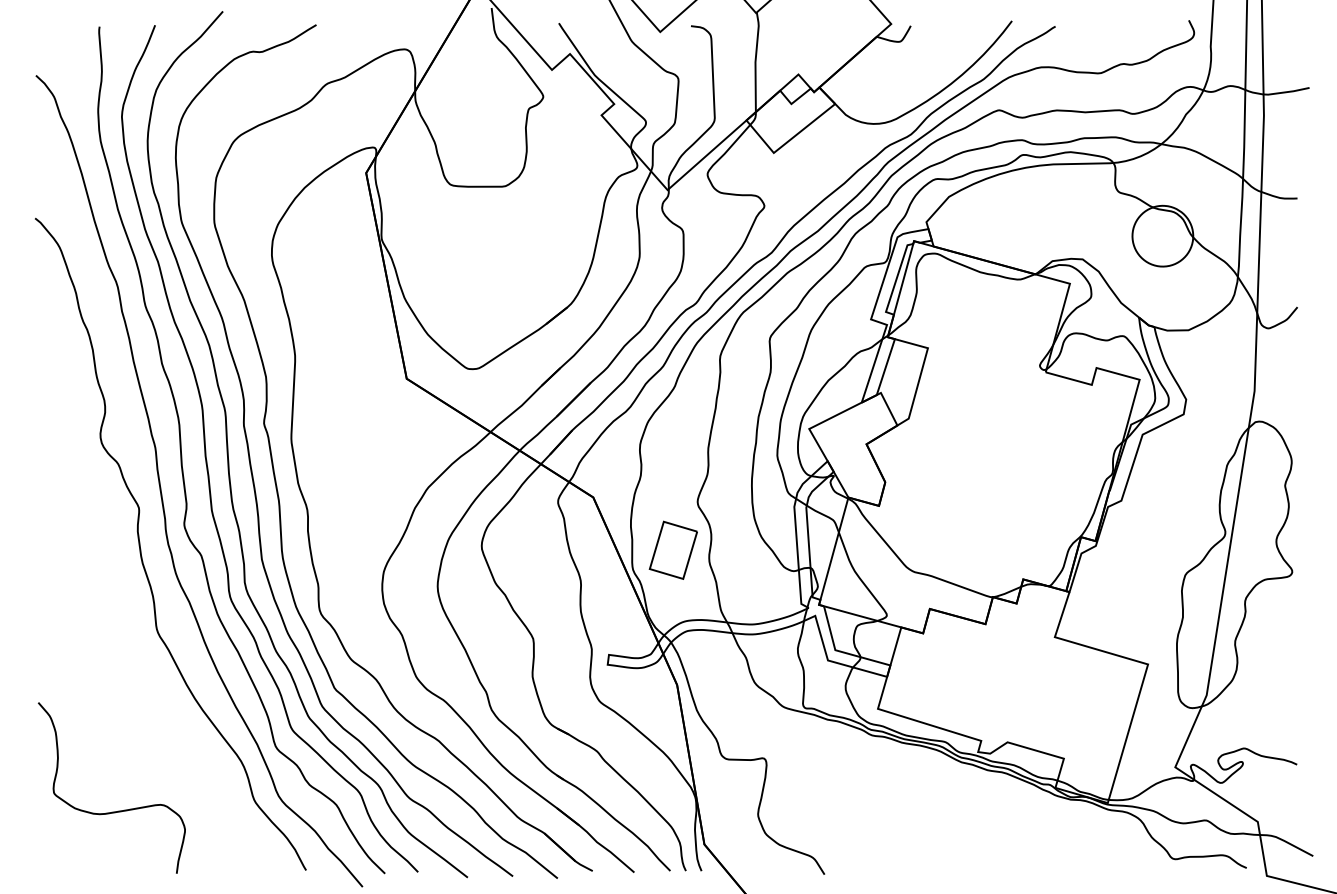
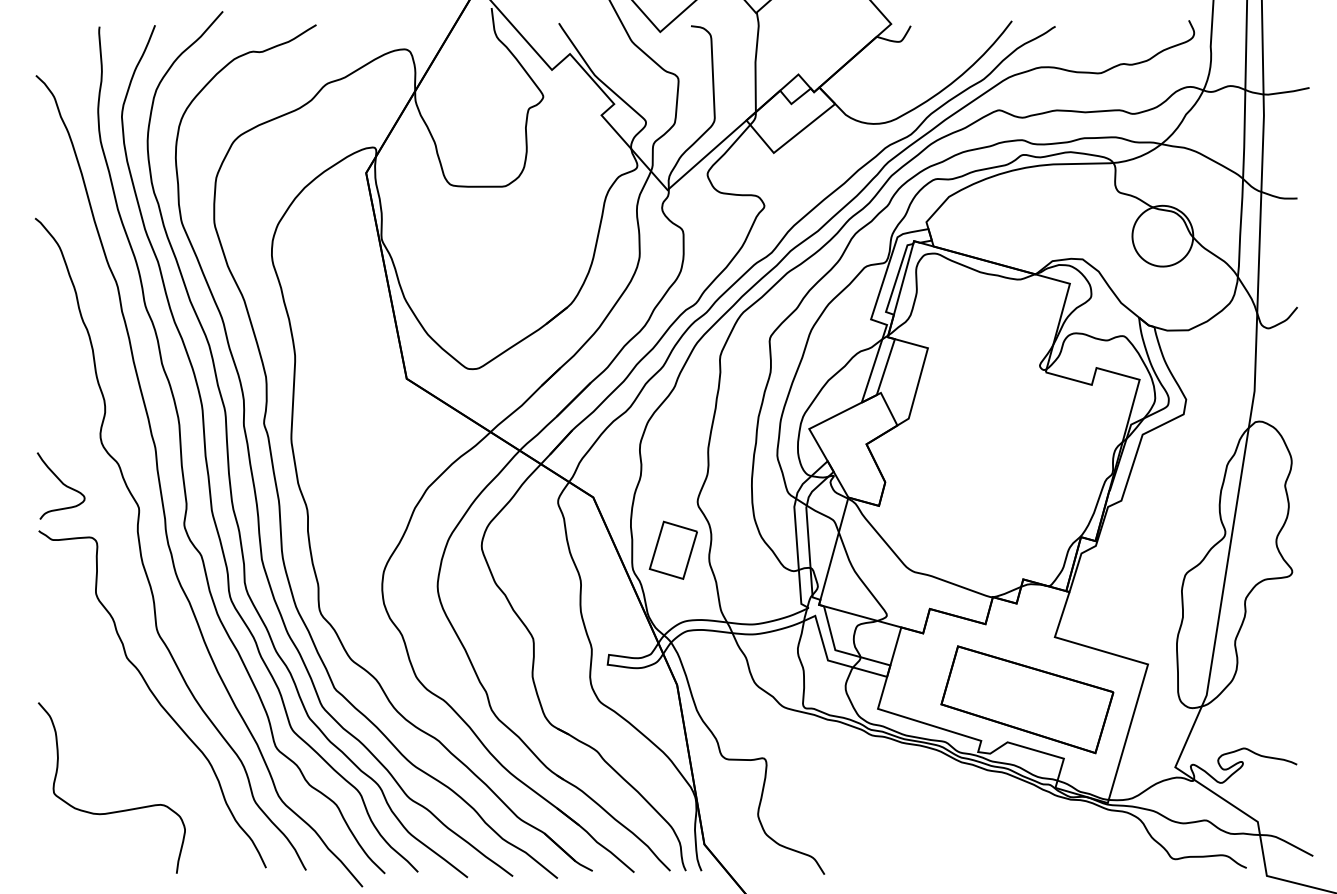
curve at (61, 483): none -> present
curve at (154, 697): none -> present
part at (1027, 699): none -> present
